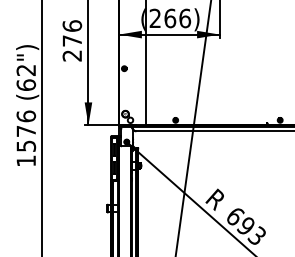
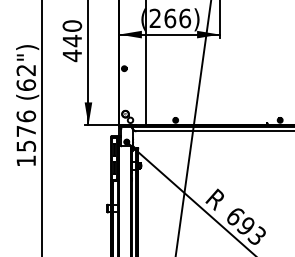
text at (71, 41): 276 -> 440
